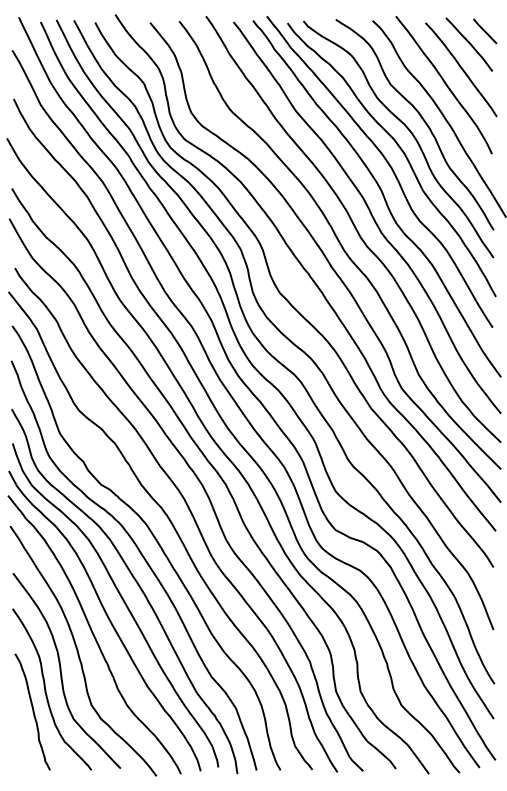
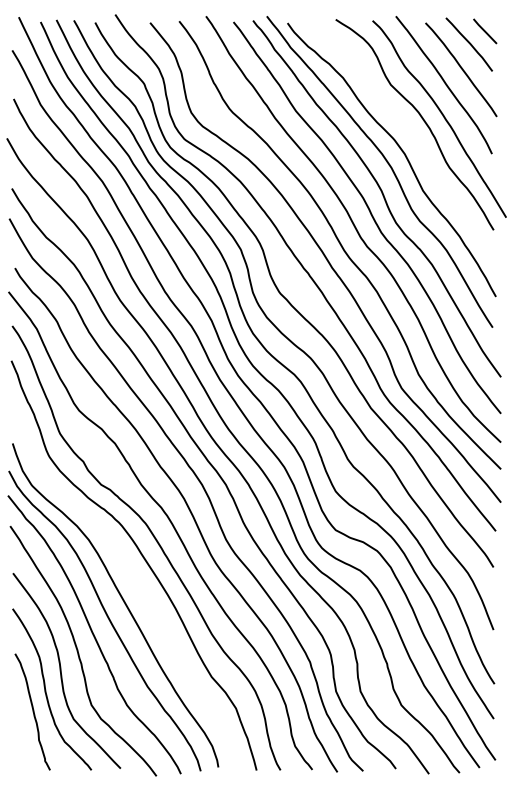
curve at (410, 133): present -> none
curve at (137, 585): present -> none
